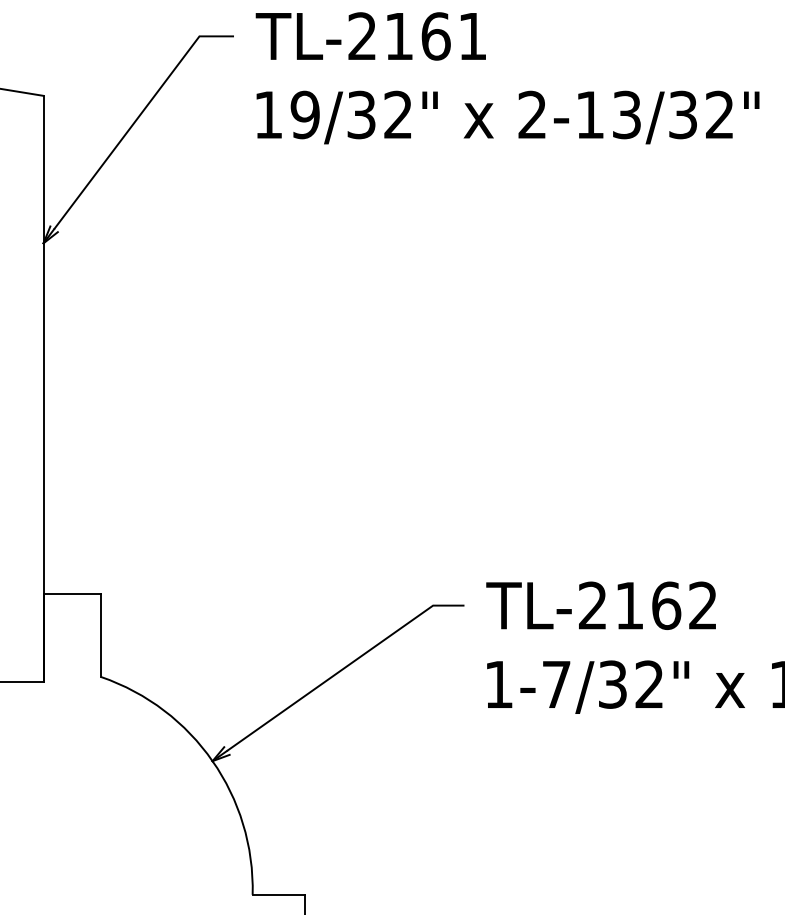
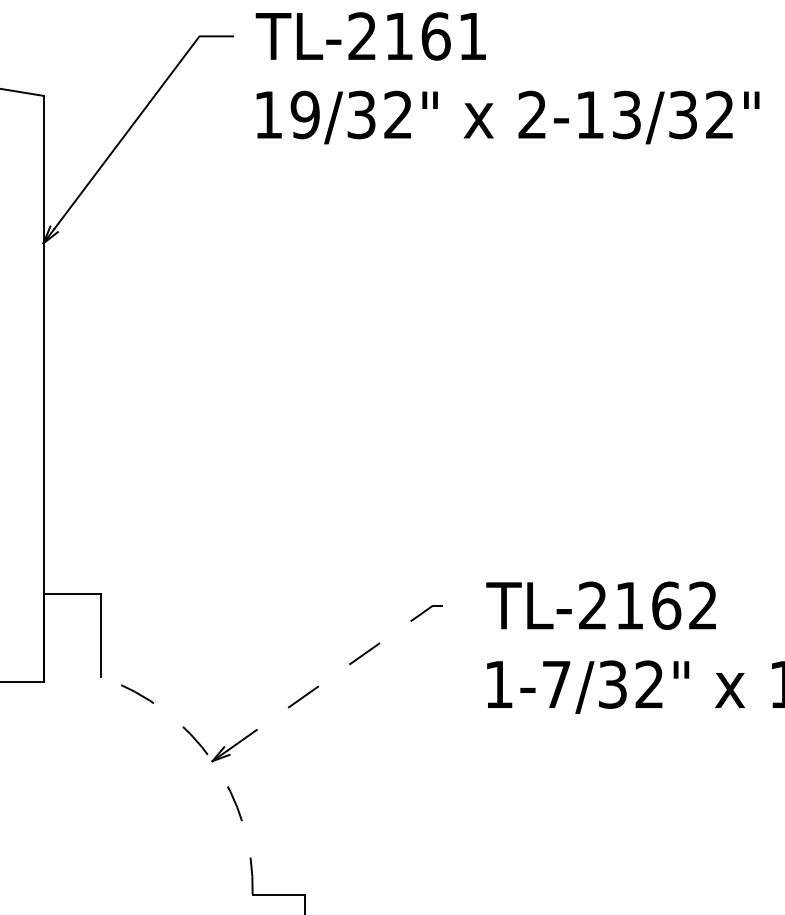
line at (343, 668): solid -> dashed
arc at (212, 761): solid -> dashed
